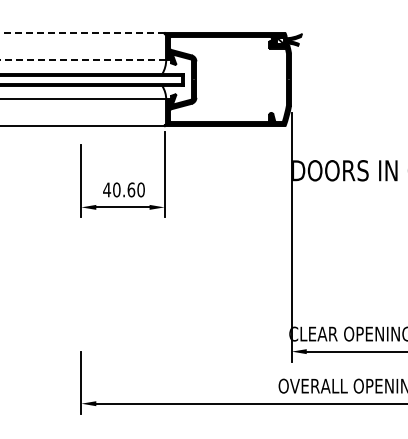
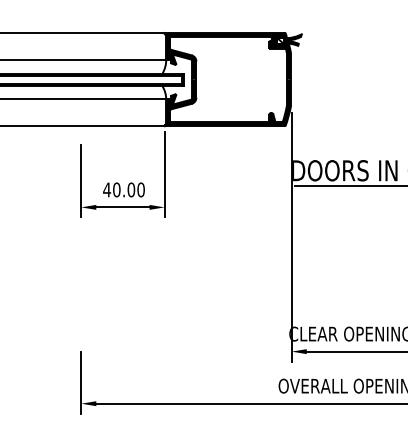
line at (83, 32): dashed -> solid
line at (83, 59): dashed -> solid
line at (349, 186): none -> present
text at (131, 189): 40.60 -> 40.00
